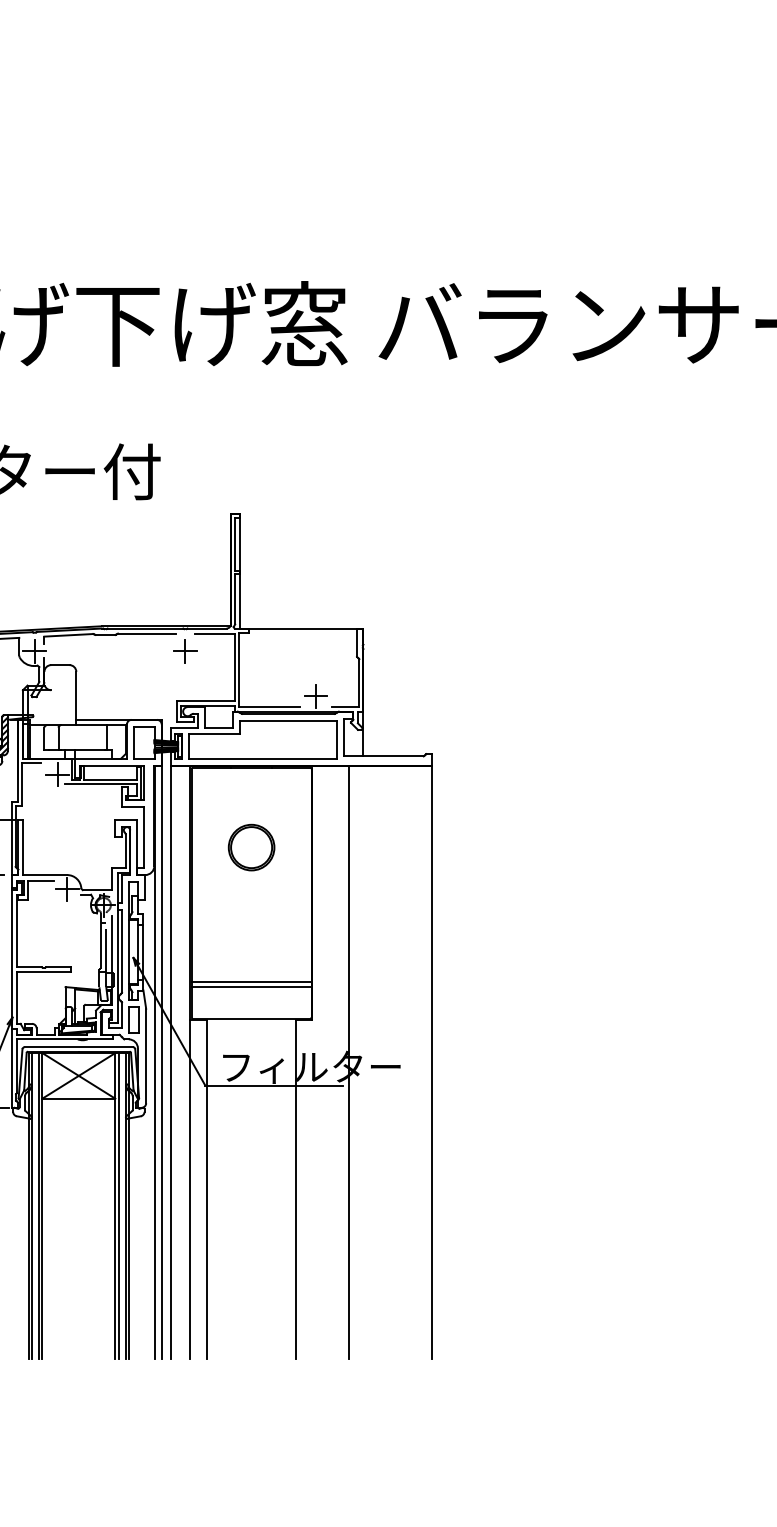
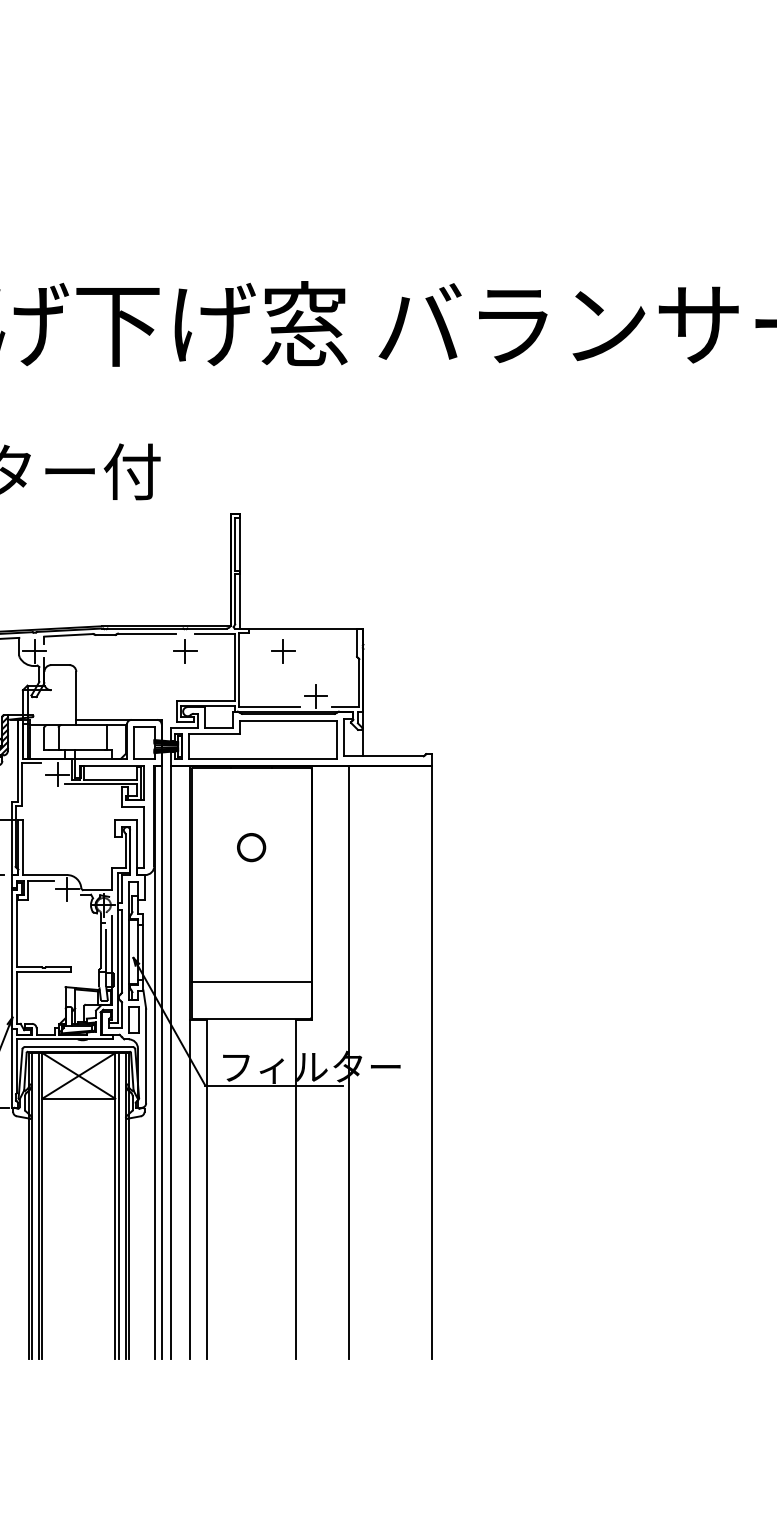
part at (283, 651): none -> present
part at (251, 847) size: 49x49 px -> 30x30 px
line at (251, 986): present -> none
